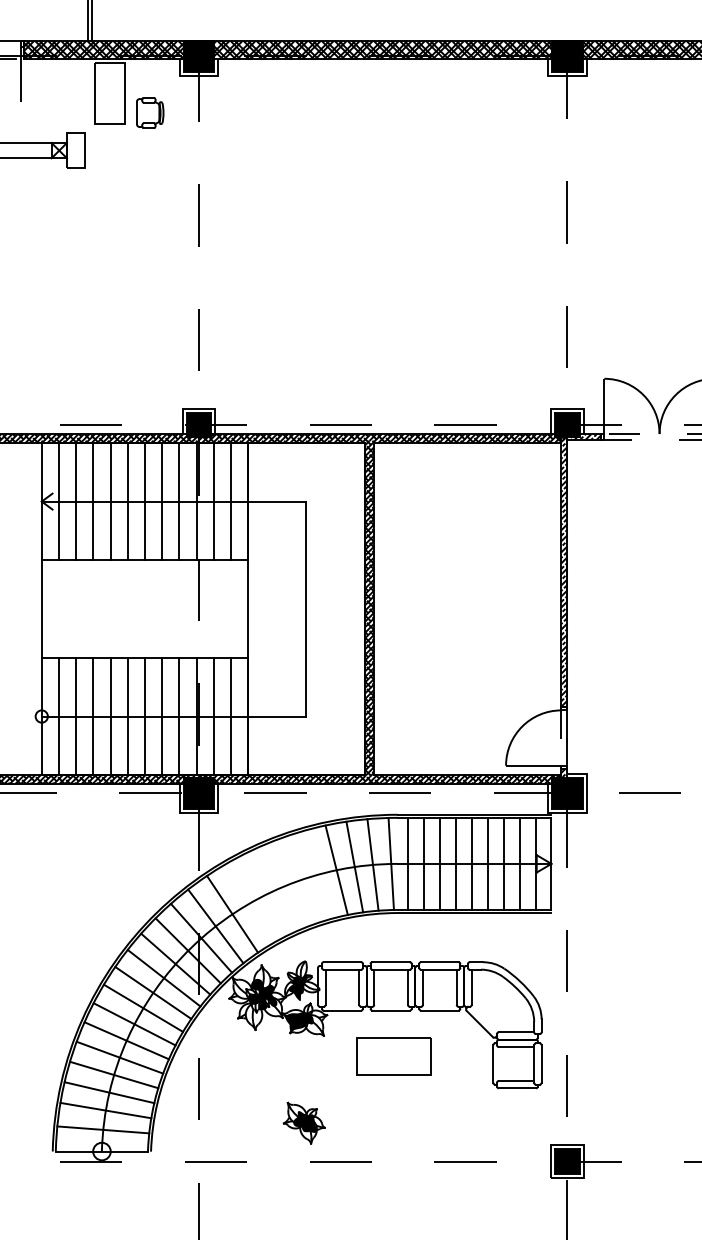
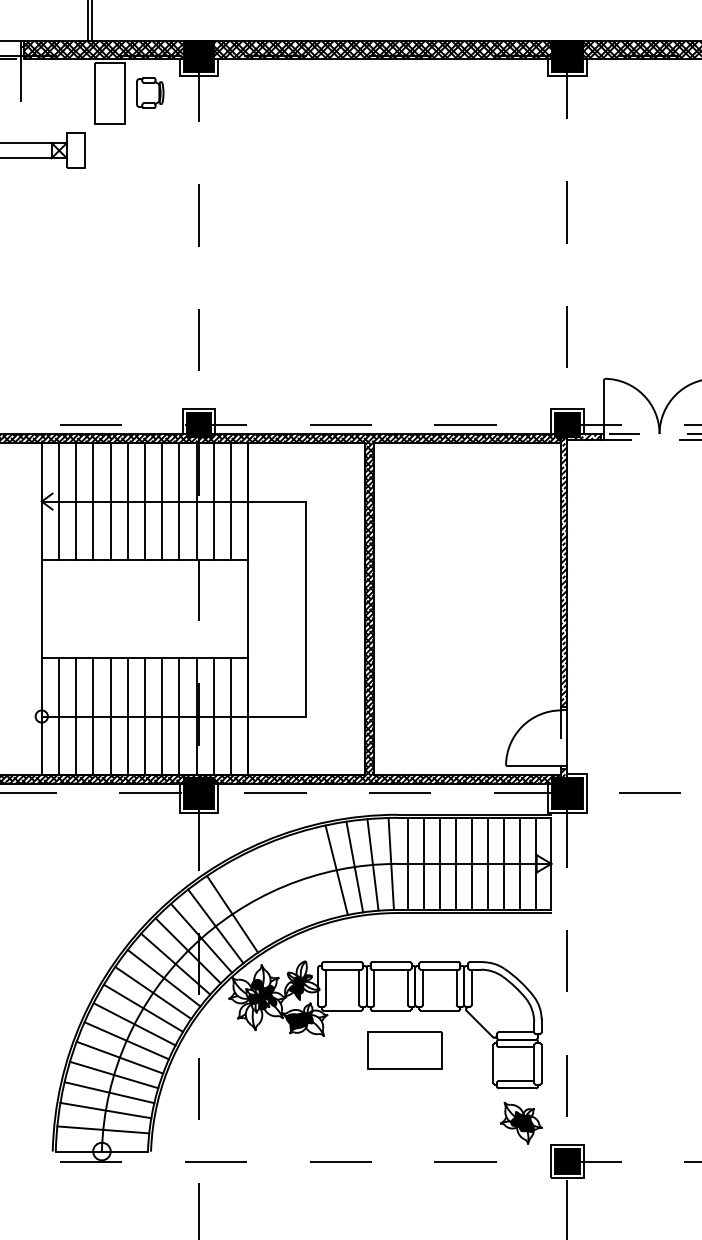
part at (150, 112) position: (150, 112) -> (150, 92)
part at (393, 1056) position: (393, 1056) -> (404, 1050)
part at (304, 1122) position: (304, 1122) -> (521, 1122)
